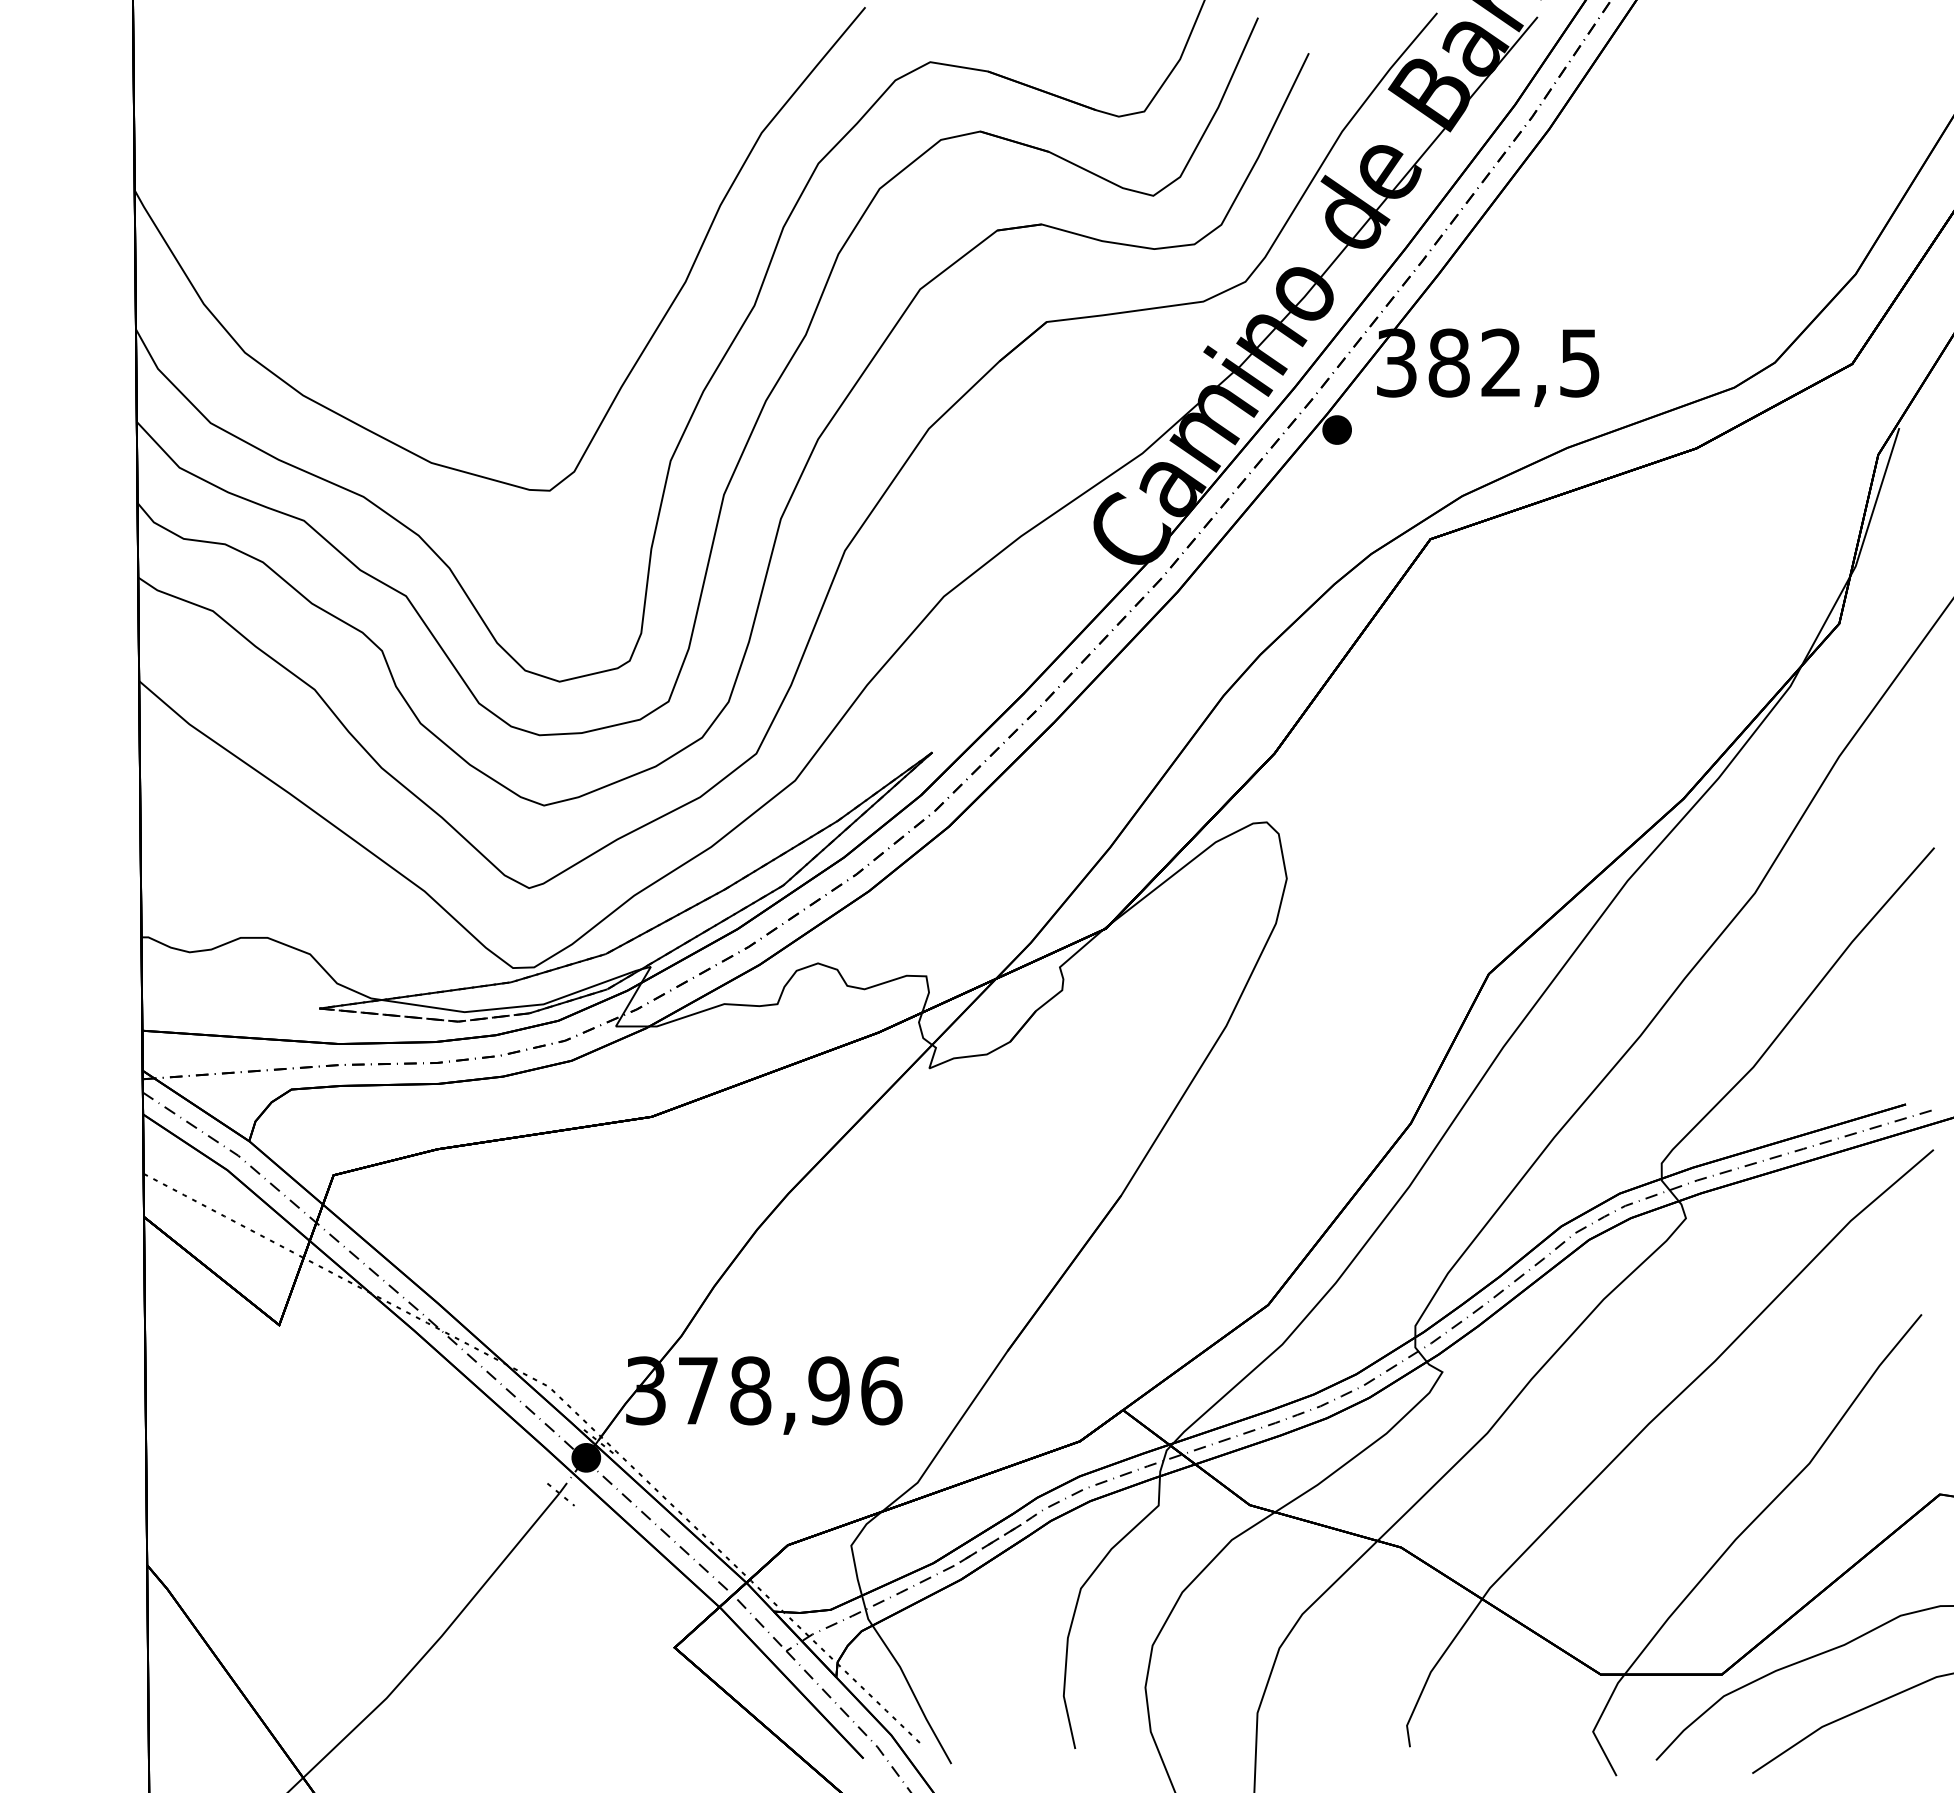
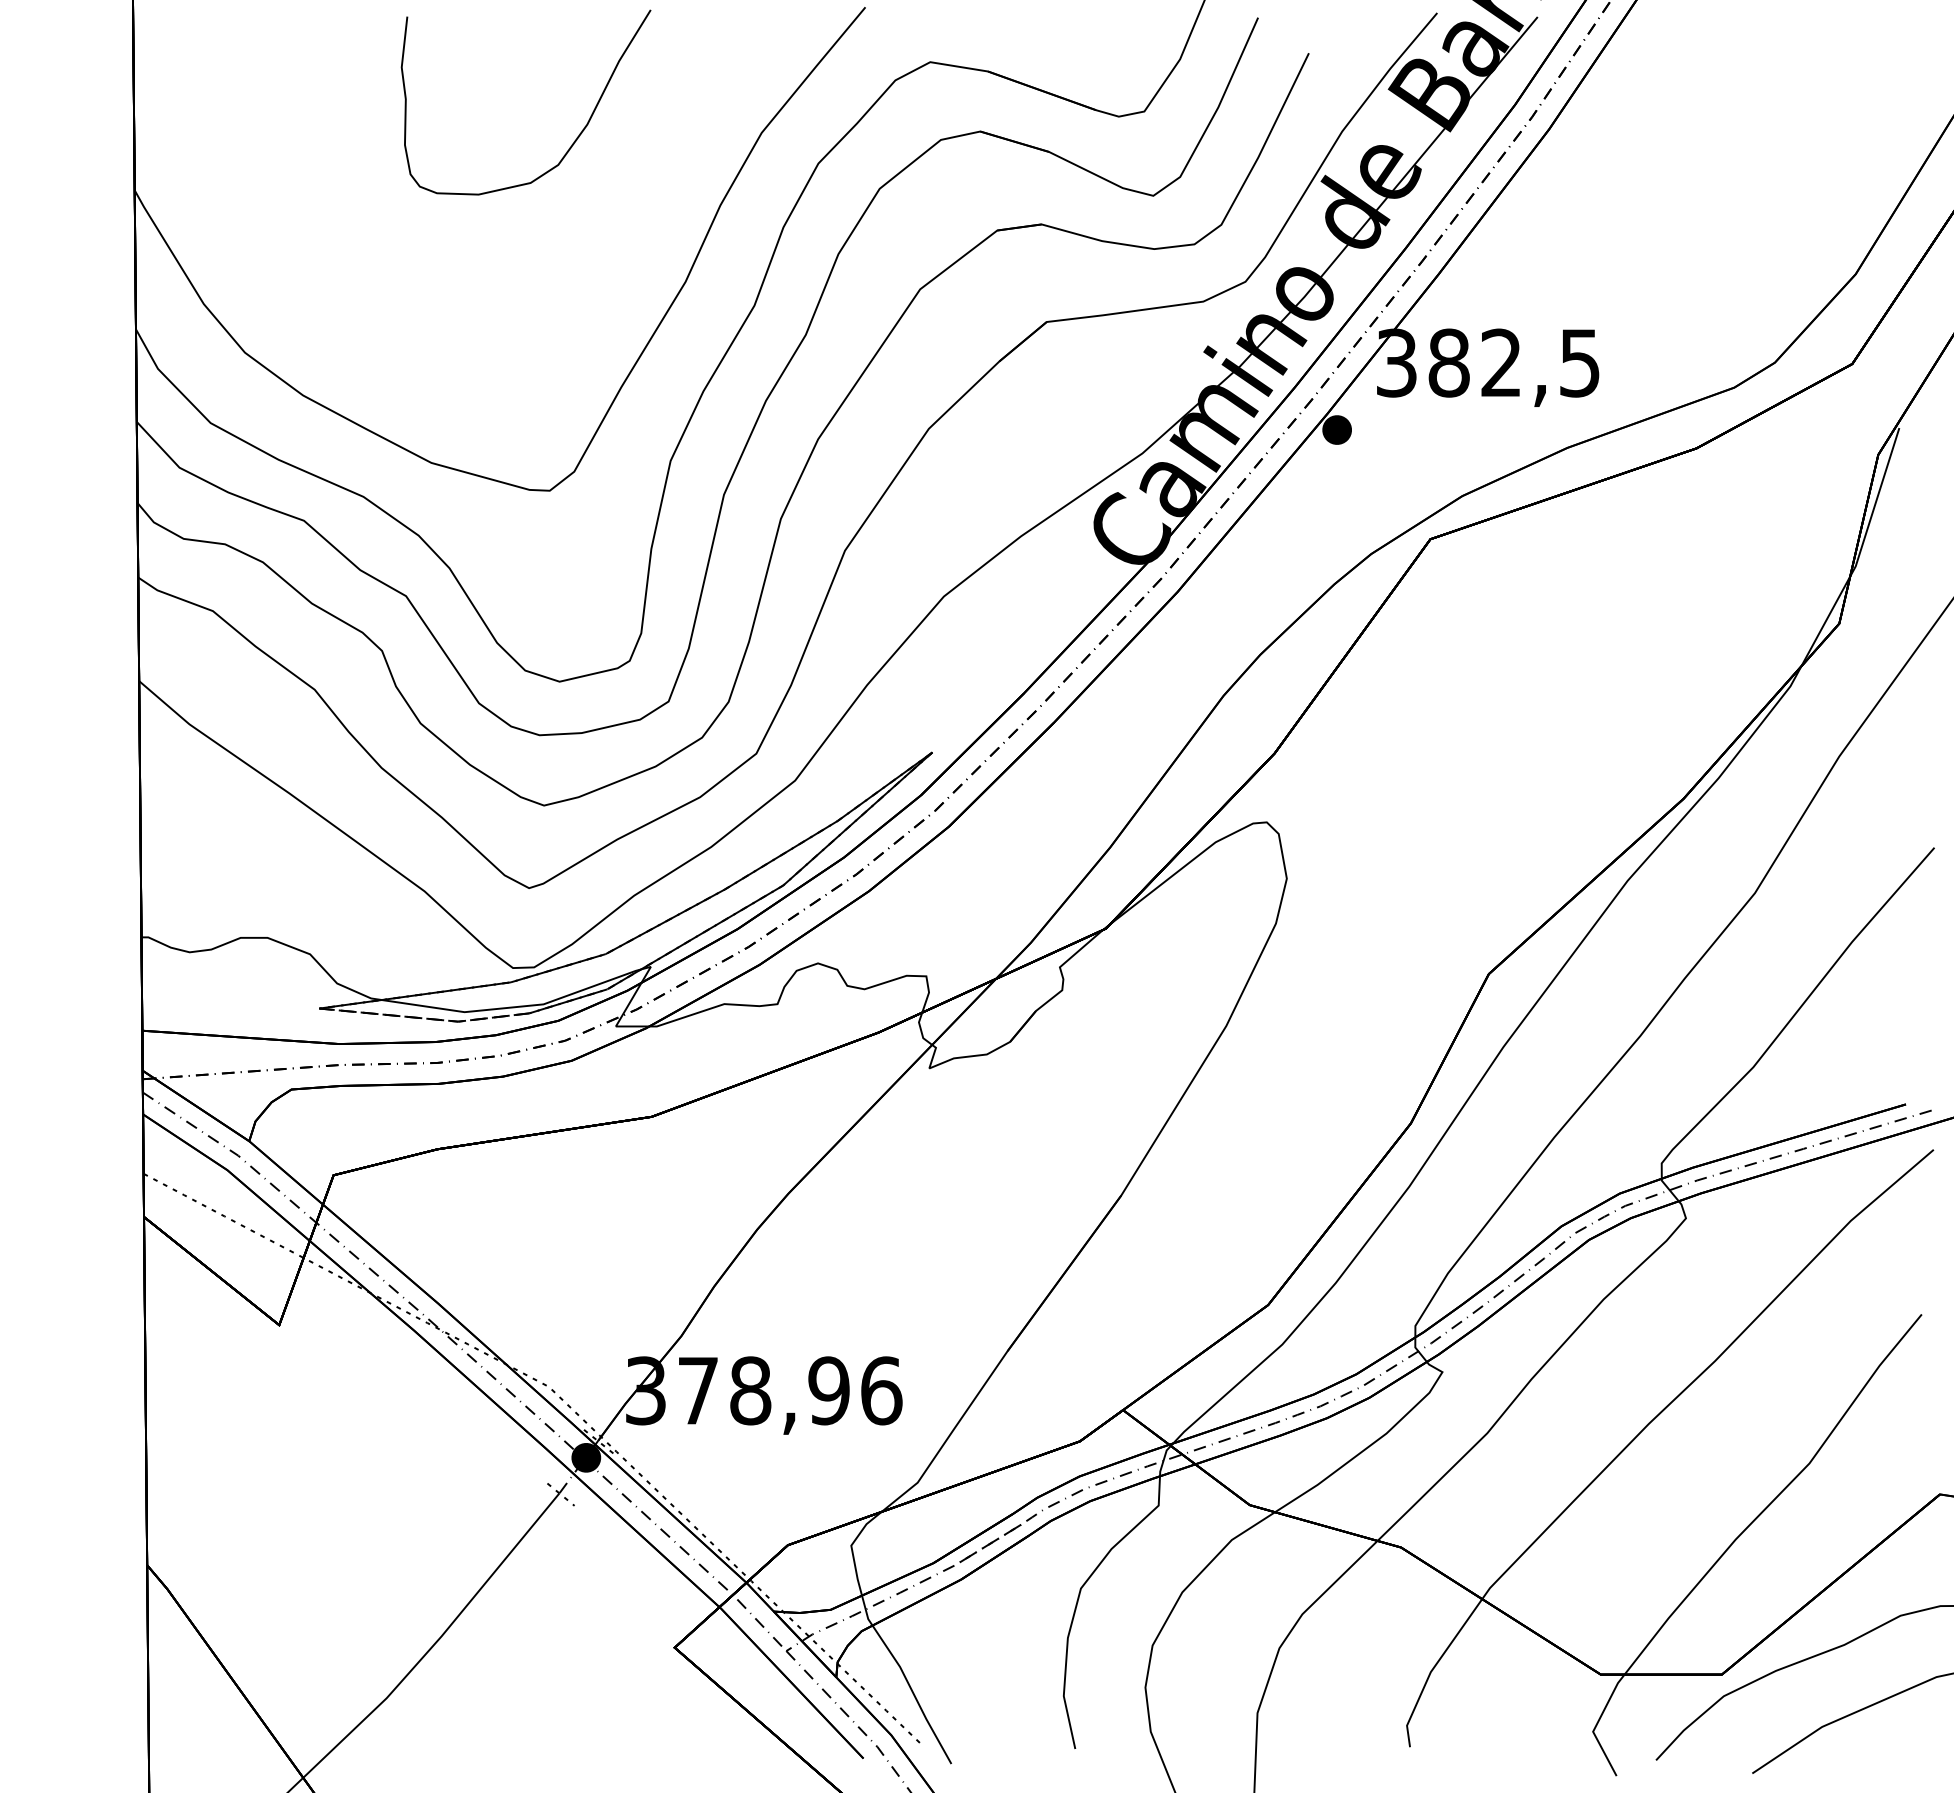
curve at (576, 137): none -> present
